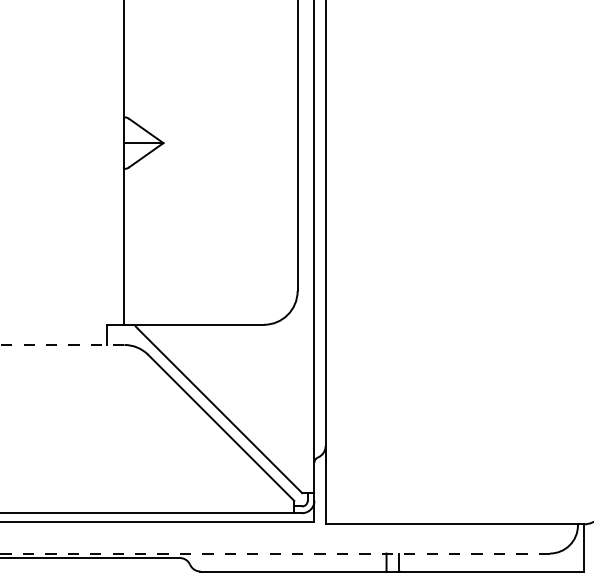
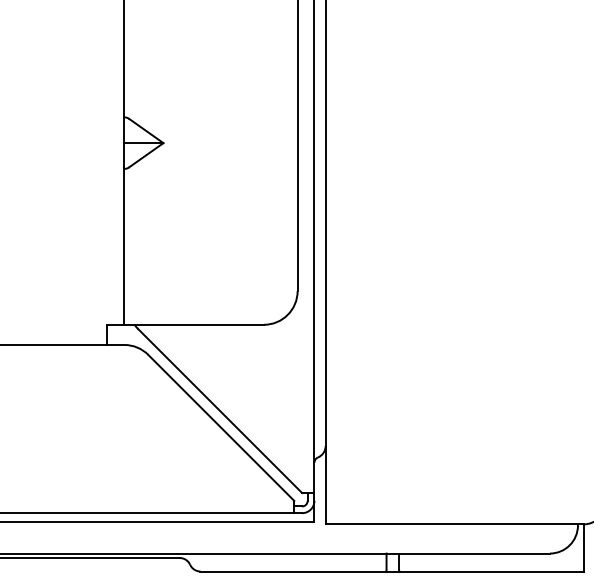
line at (62, 344): dashed -> solid
line at (274, 553): dashed -> solid
